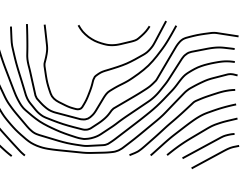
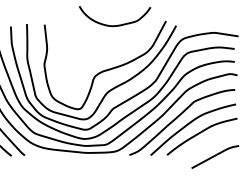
curve at (117, 43) position: (117, 43) -> (118, 24)
curve at (208, 145): present -> none
